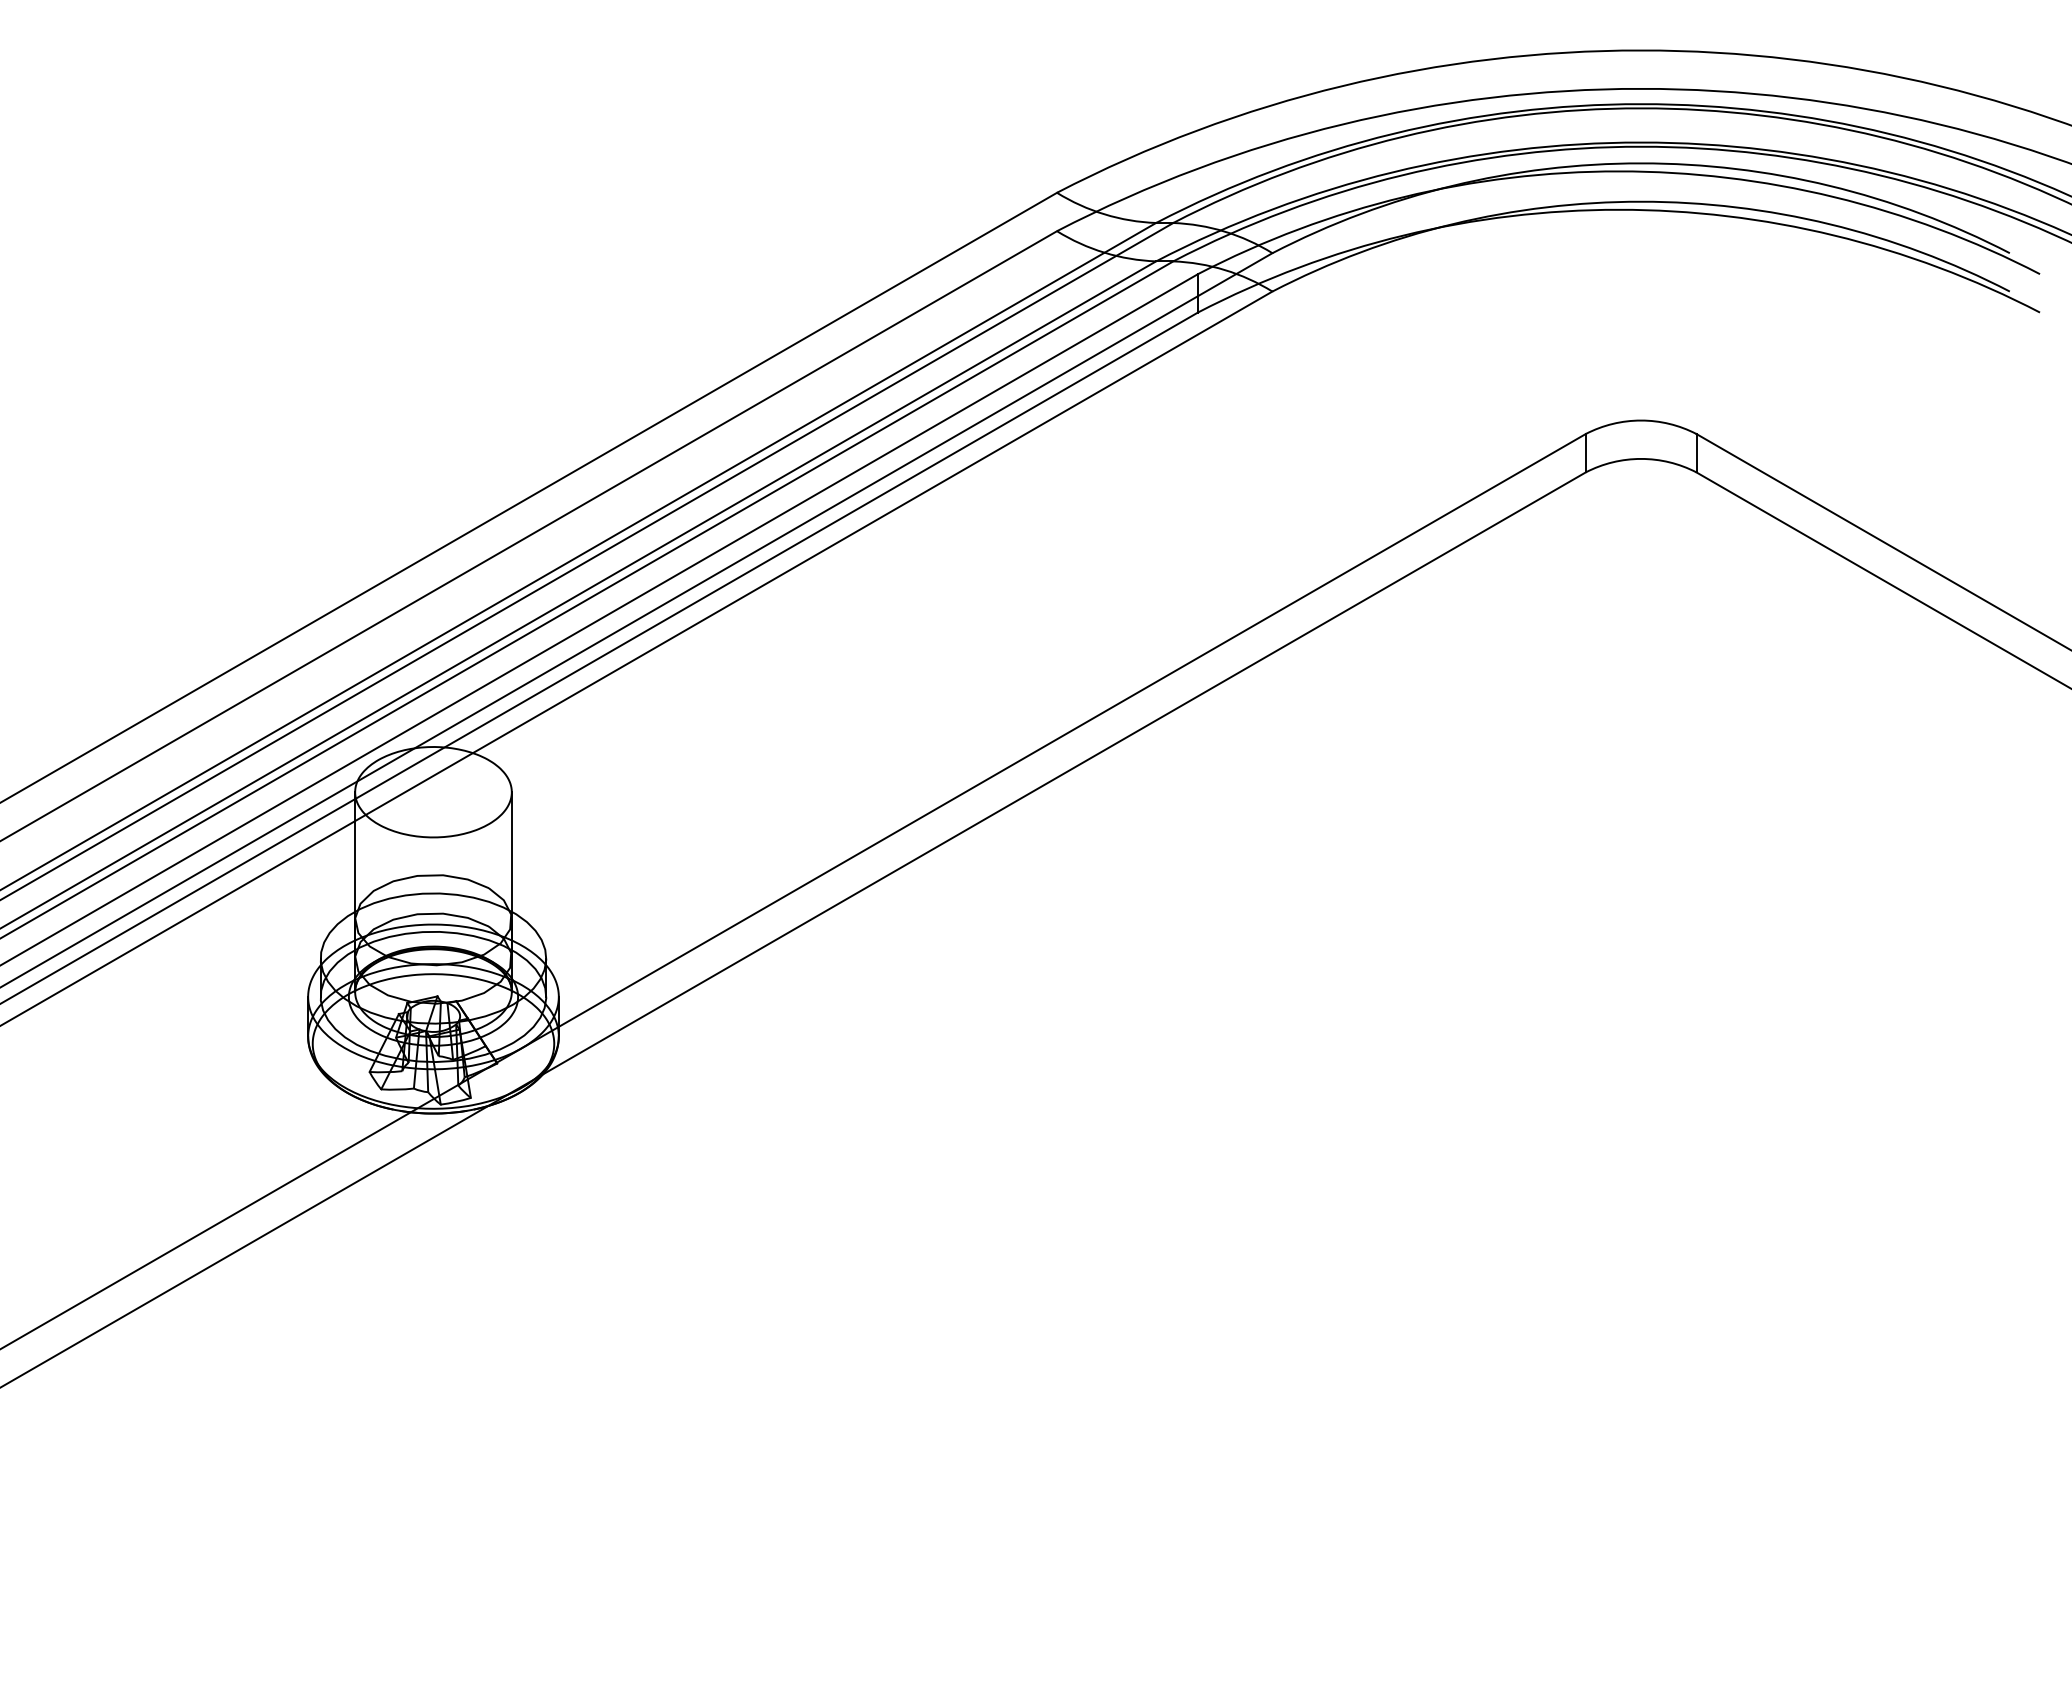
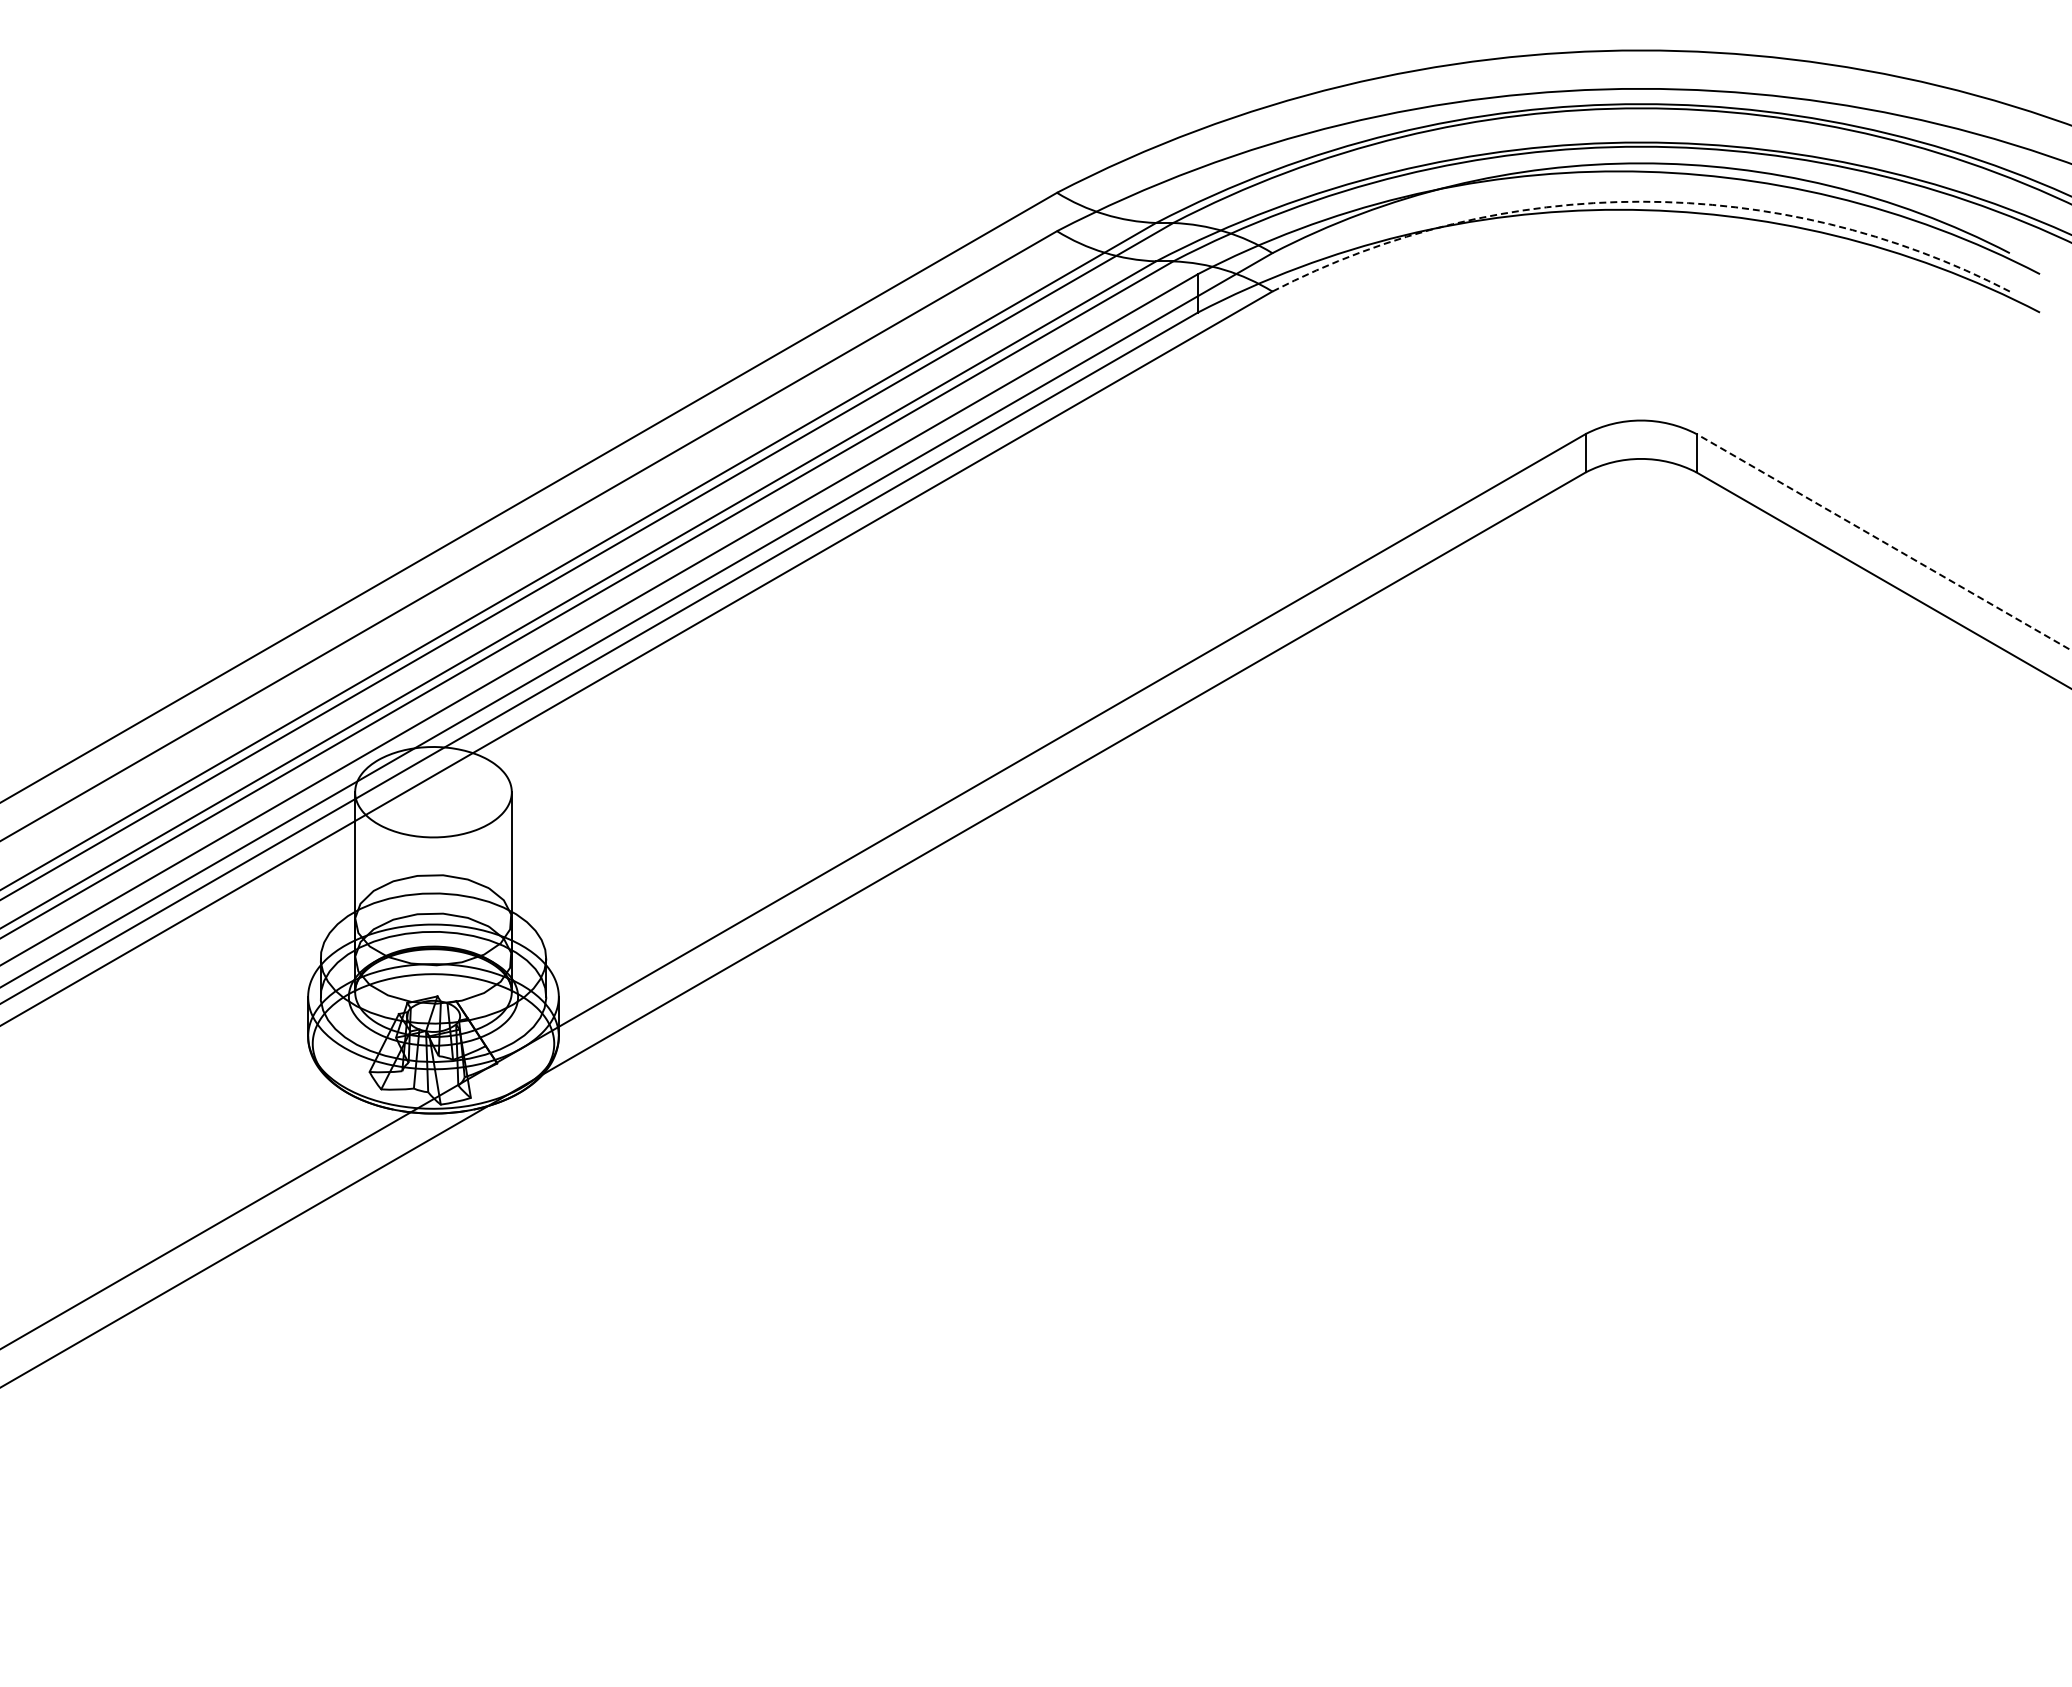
arc at (1641, 201): solid -> dashed
line at (1883, 542): solid -> dashed
